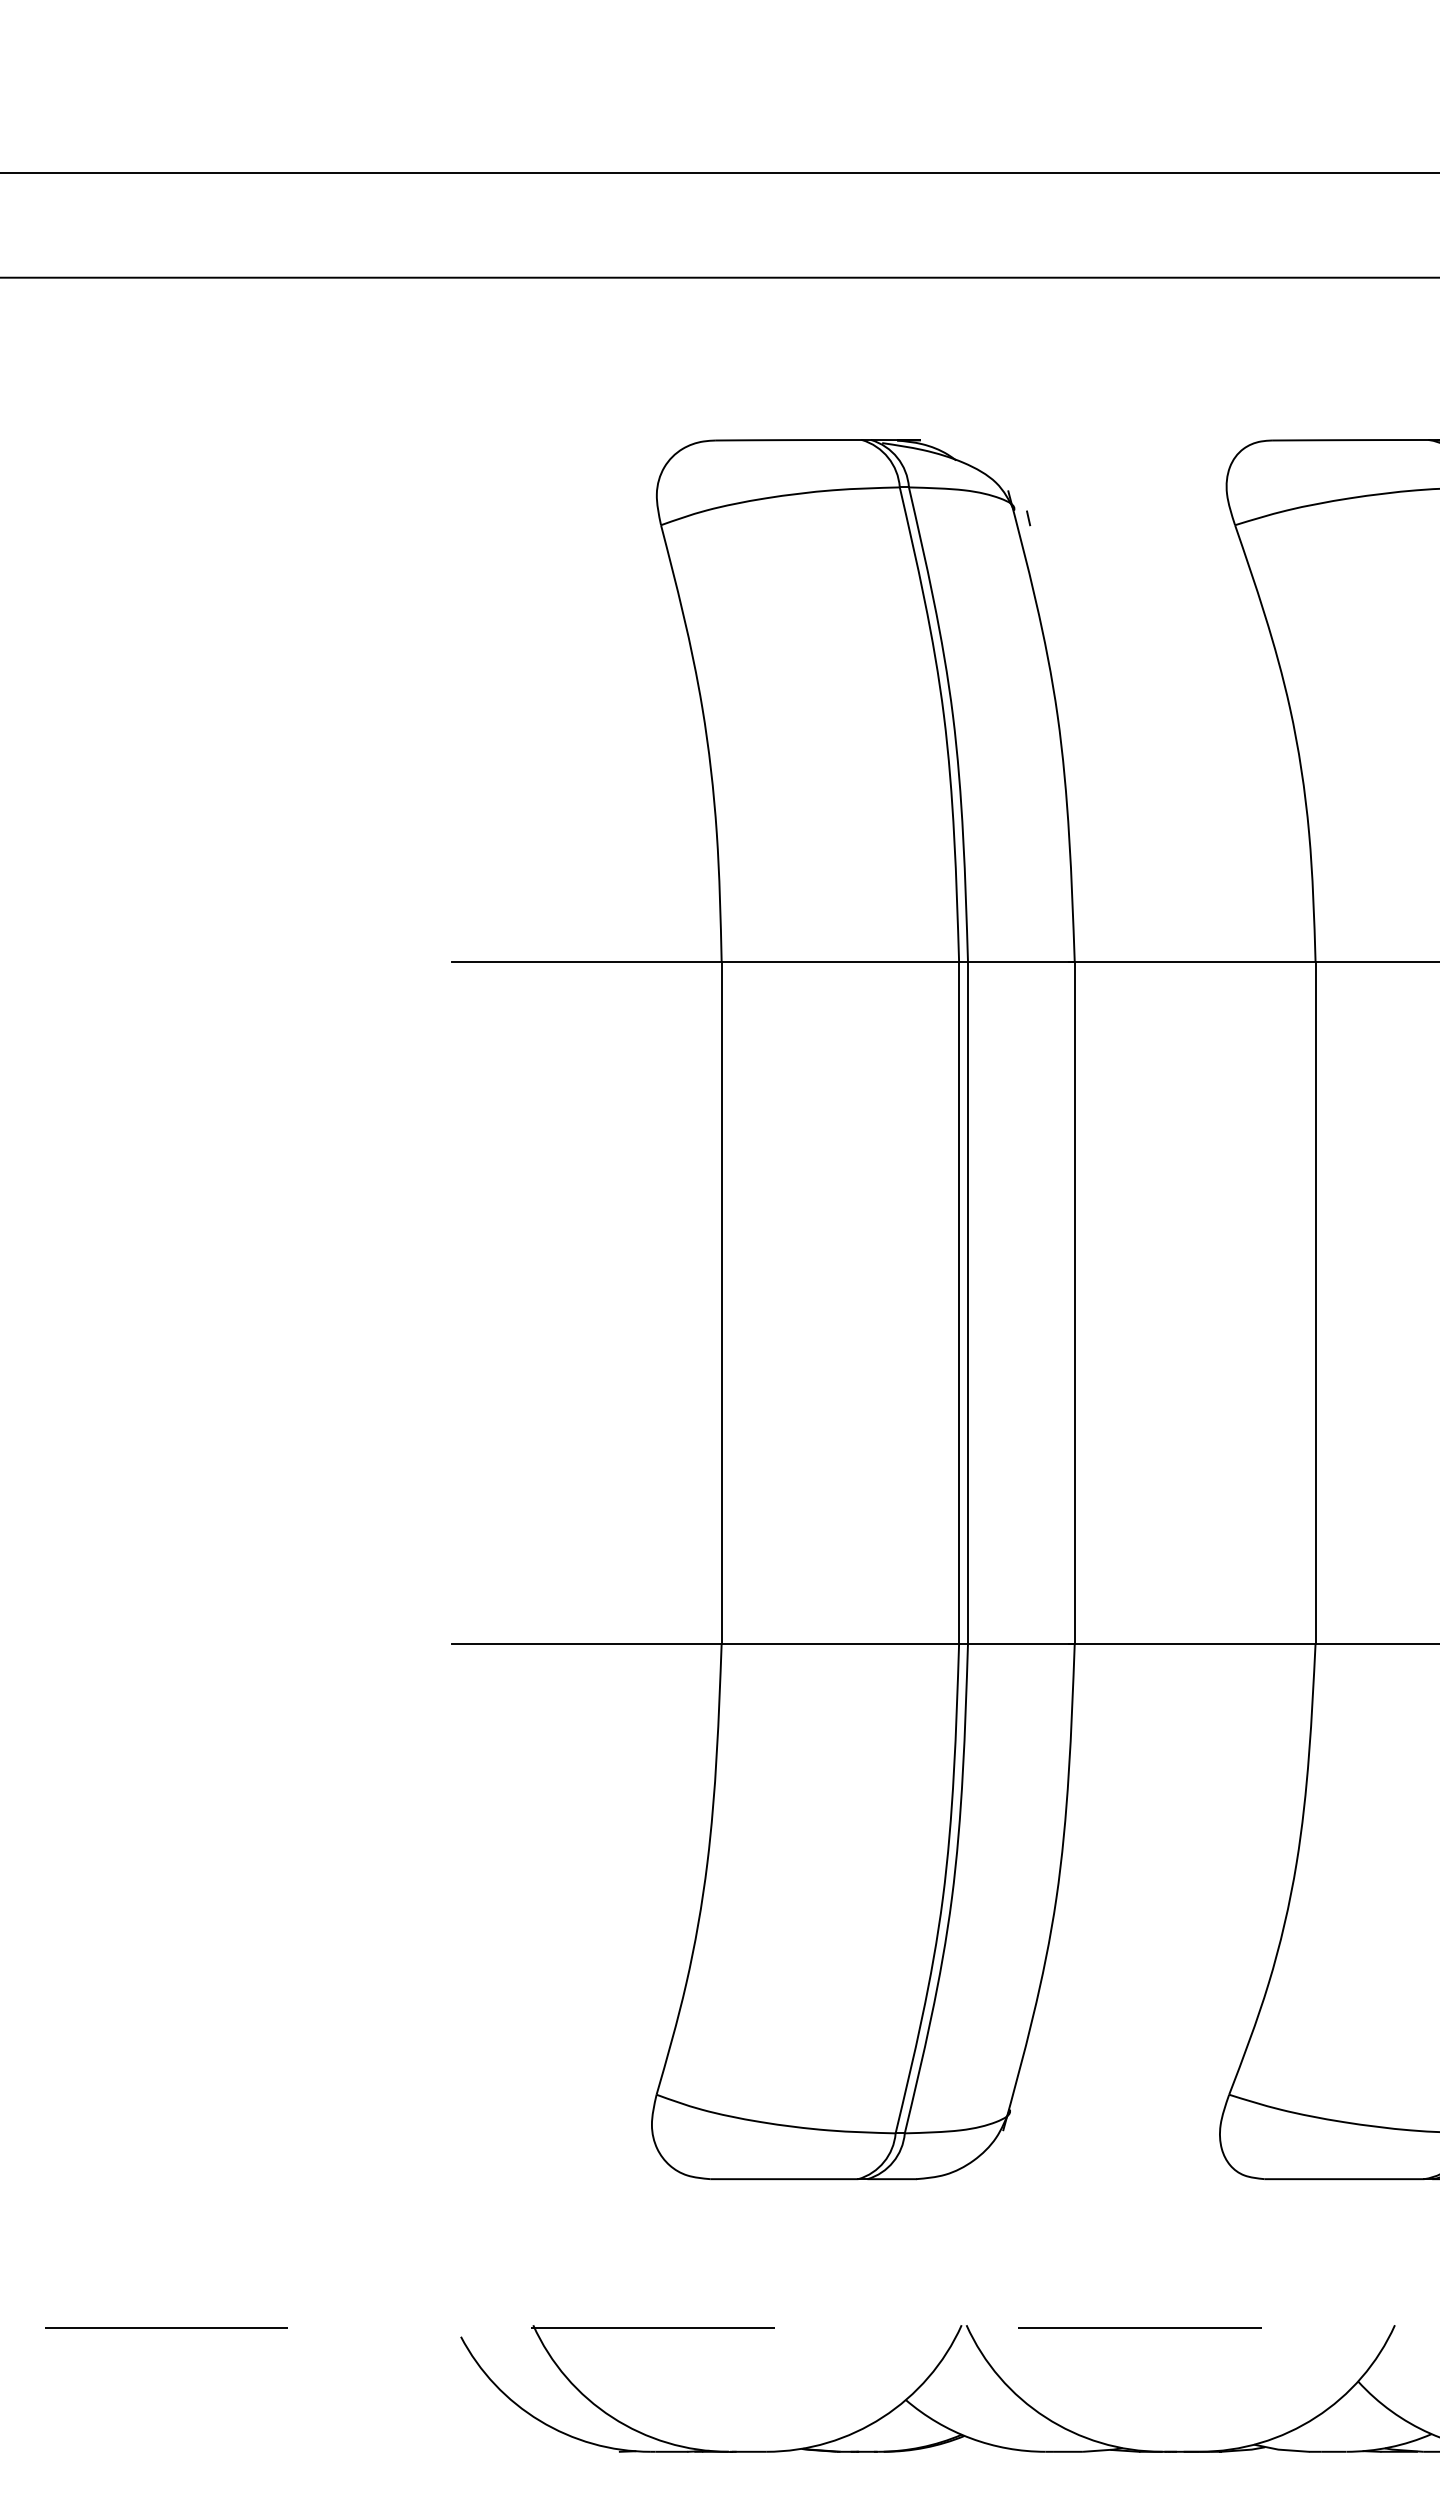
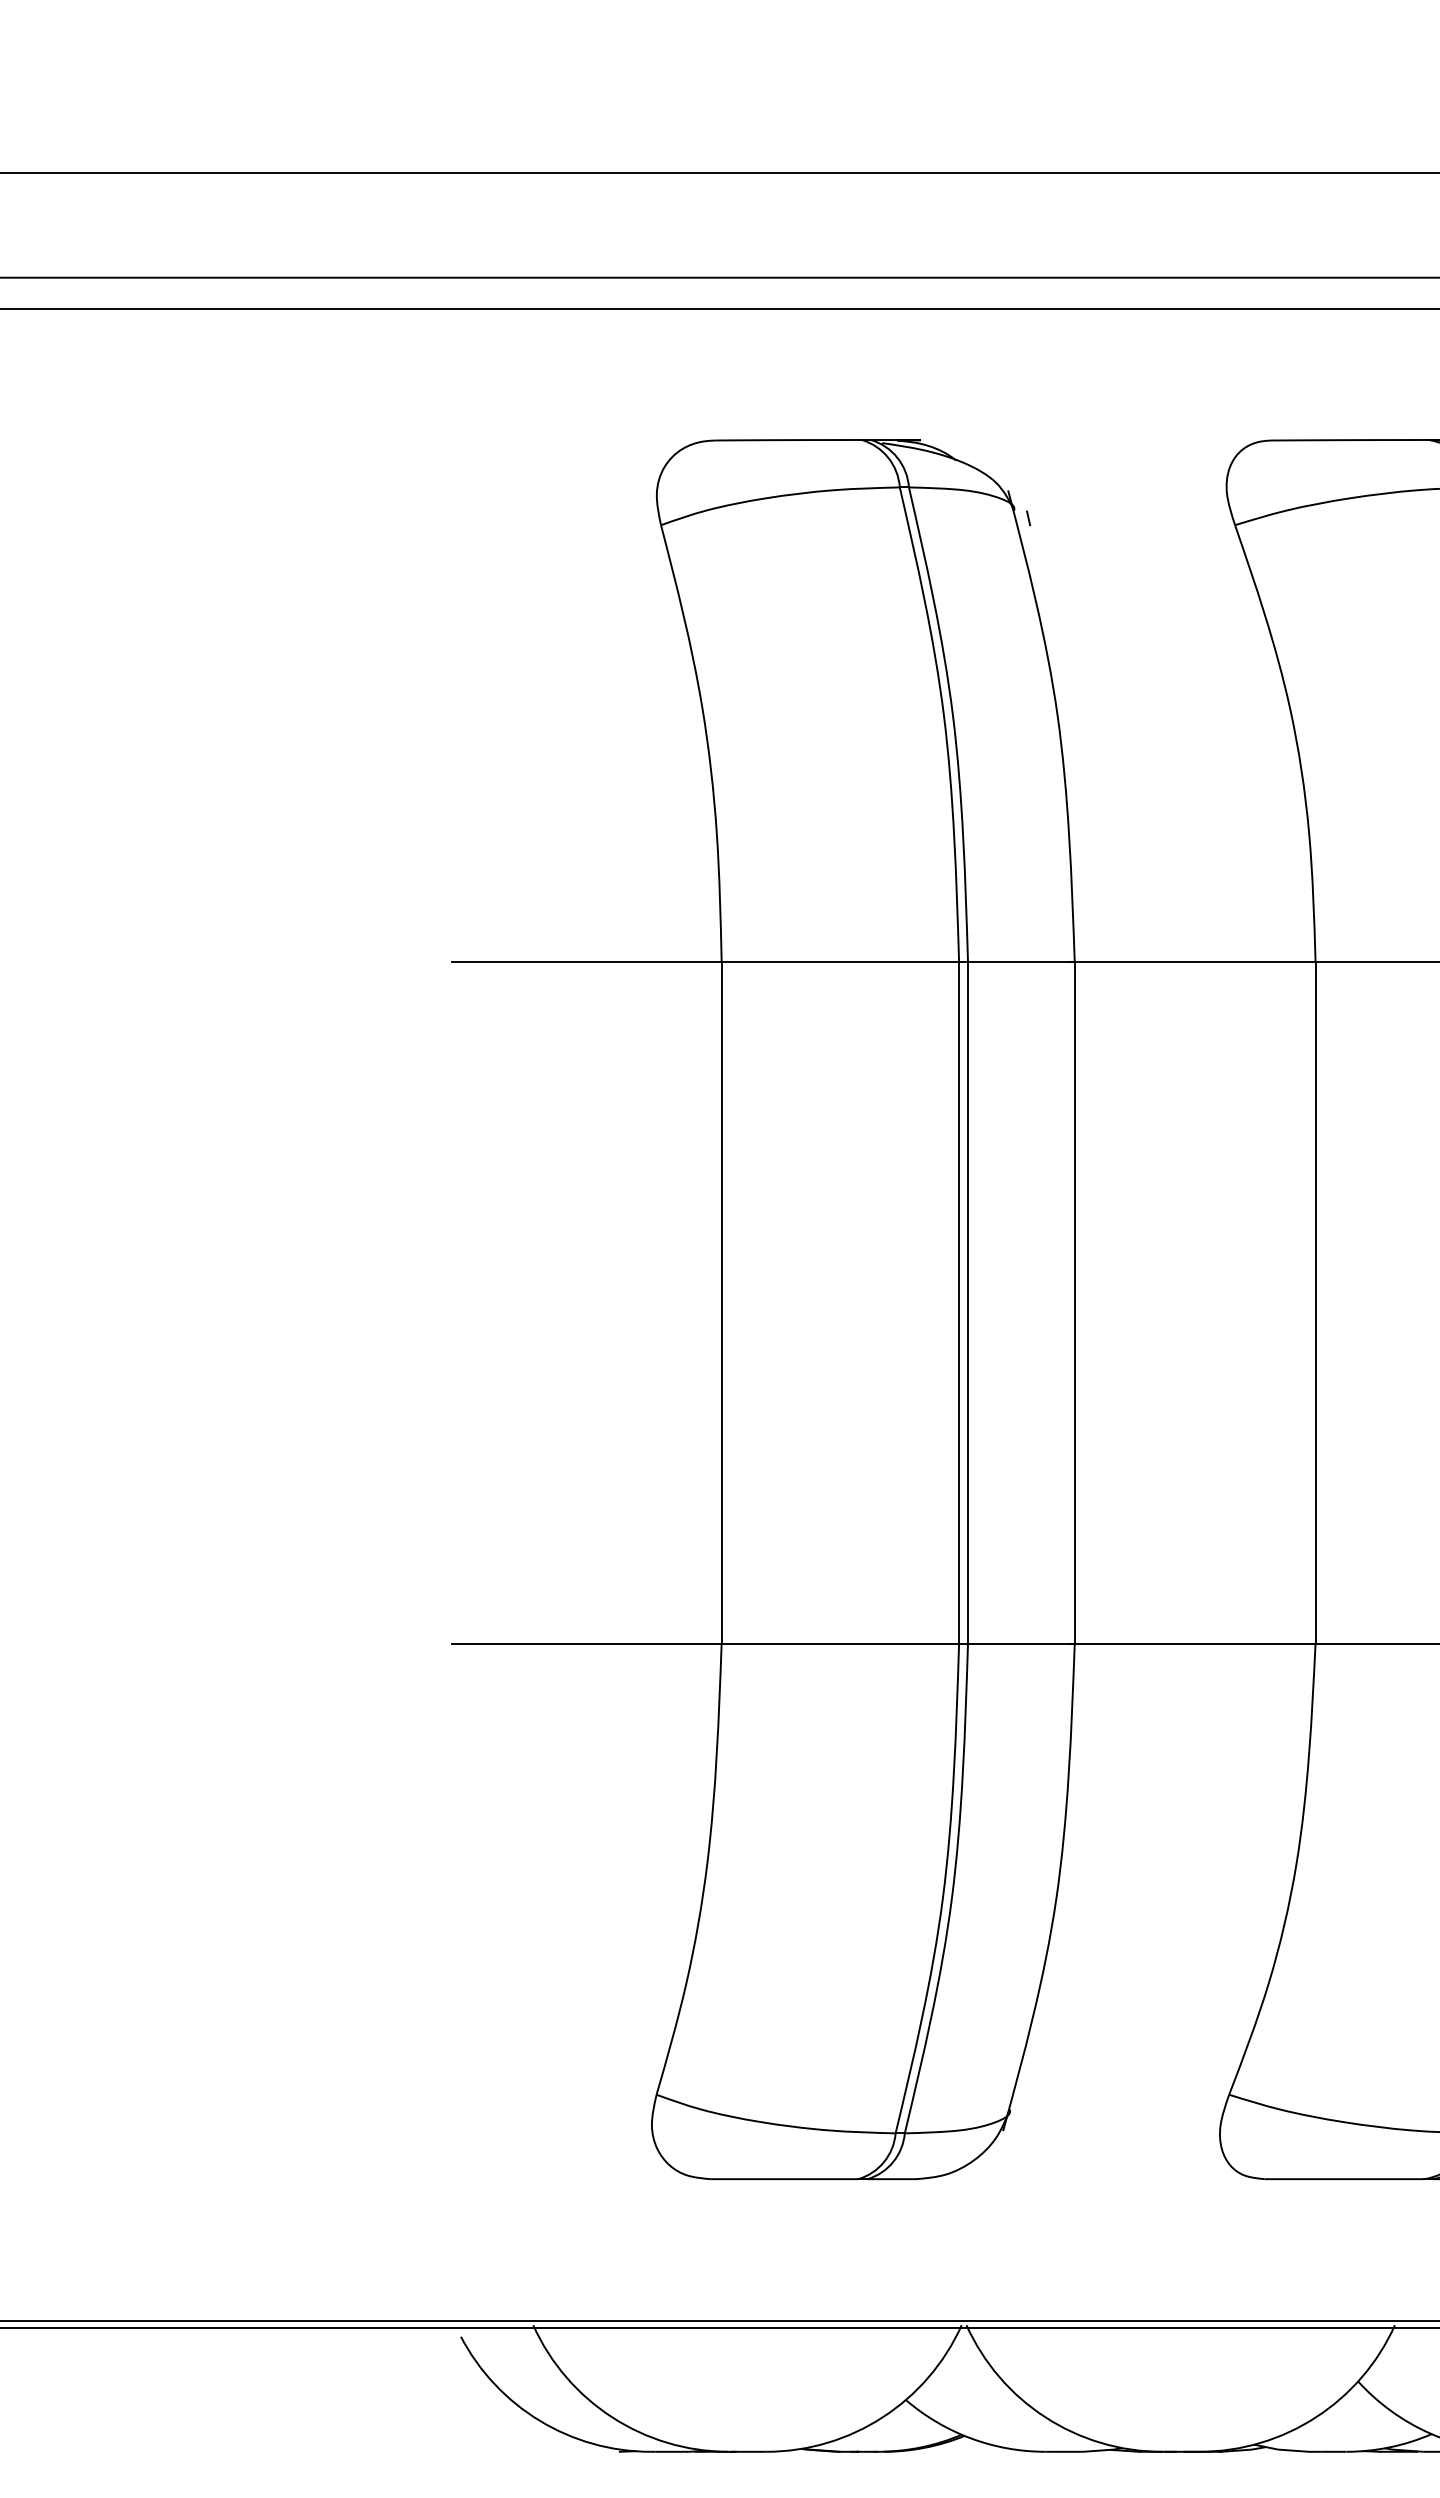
line at (719, 309): none -> present
line at (719, 2321): none -> present
line at (720, 2327): dashed -> solid
